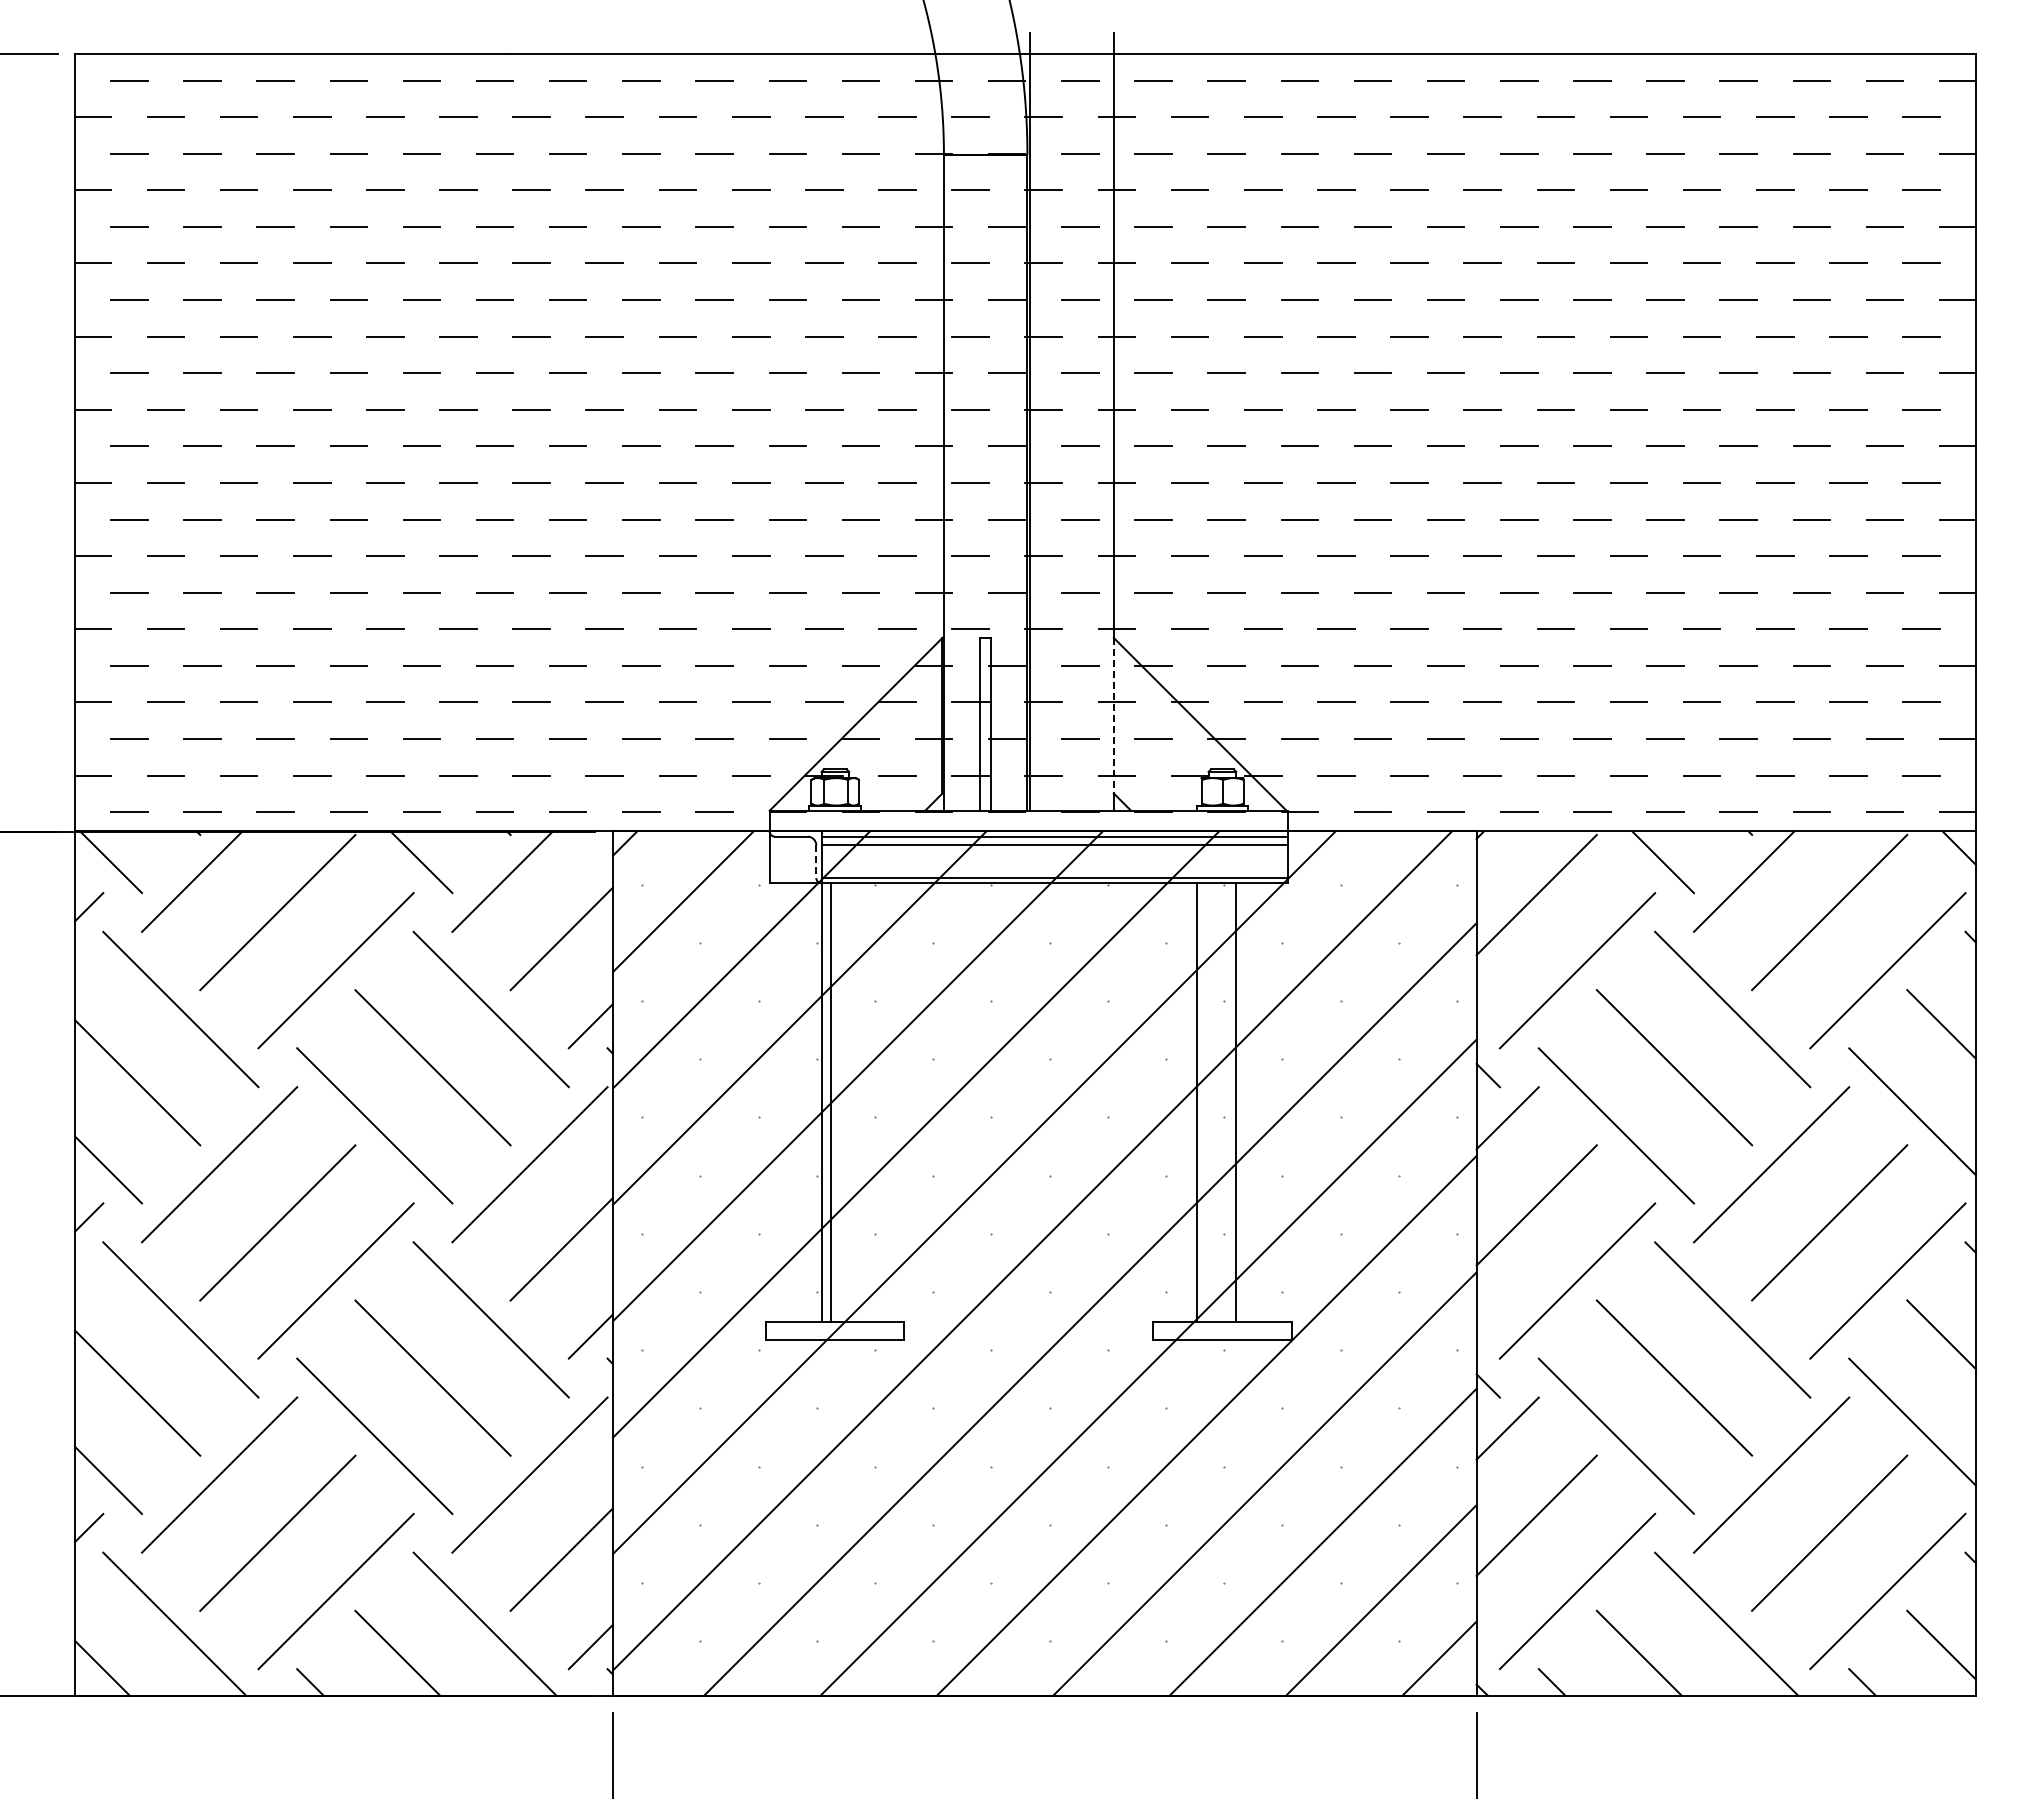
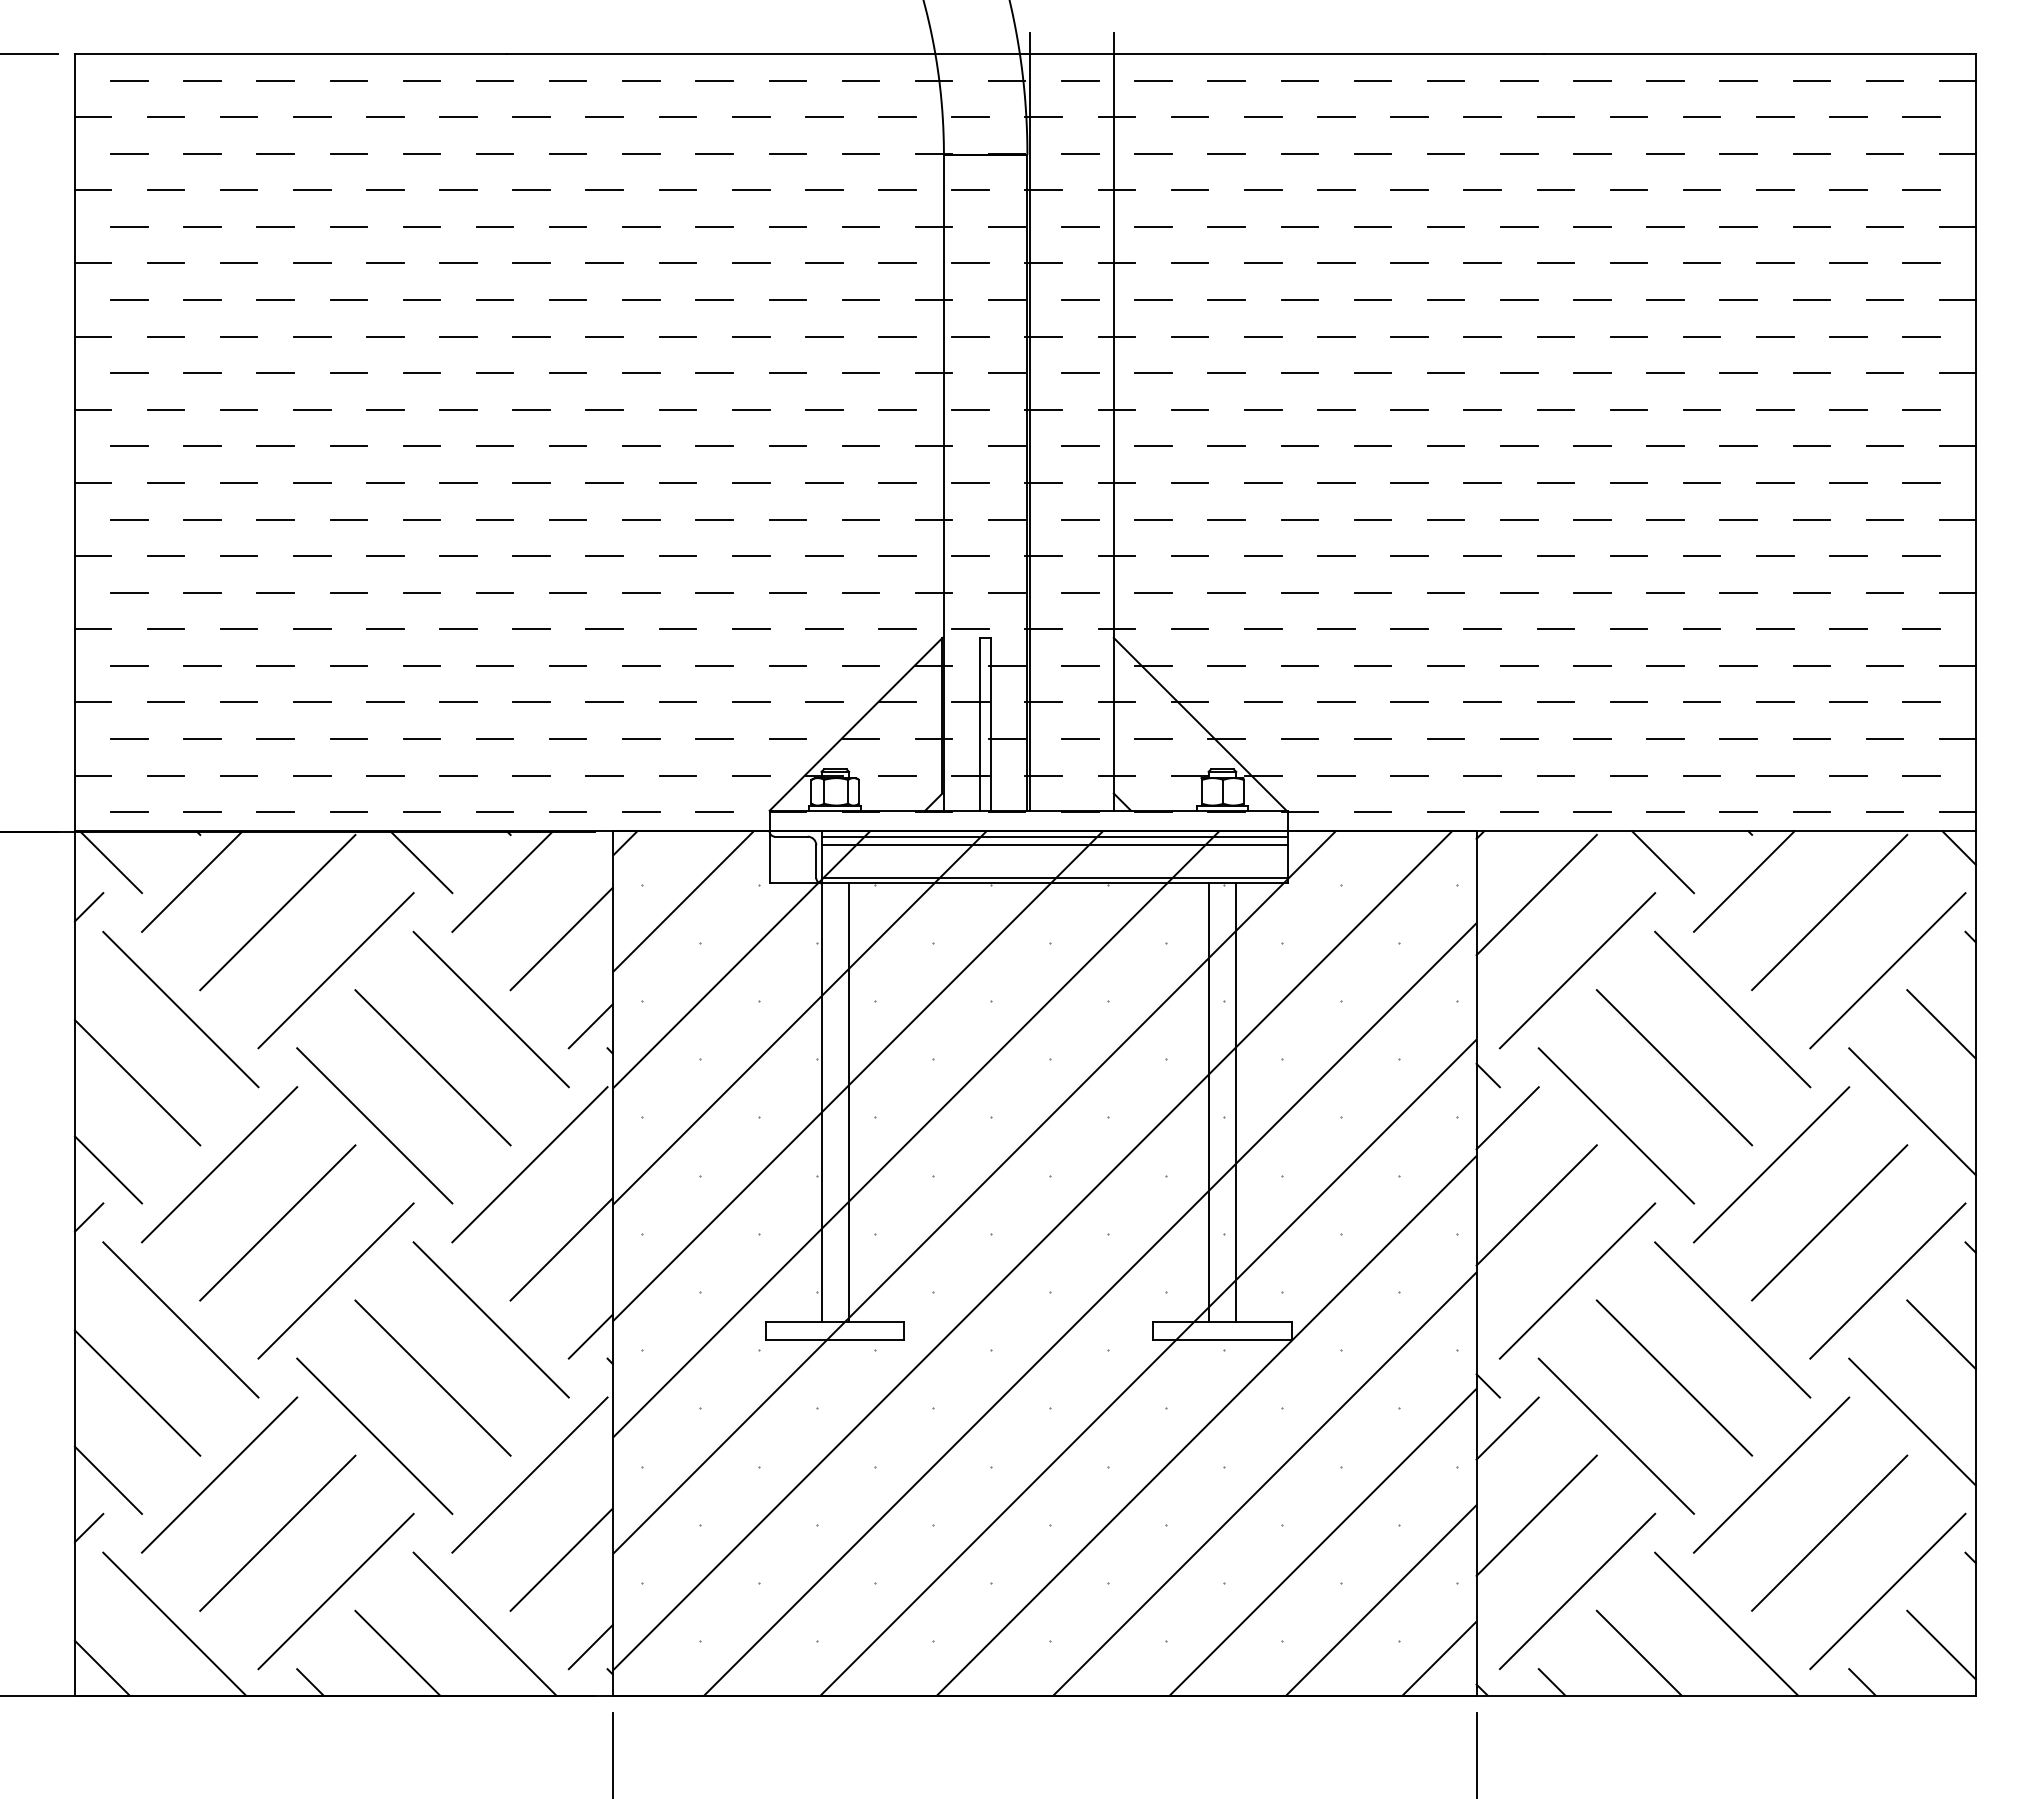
line at (1113, 715): dashed -> solid
line at (816, 862): dashed -> solid
line at (831, 1102) position: (831, 1102) -> (849, 1102)
line at (1196, 1102) position: (1196, 1102) -> (1208, 1102)
